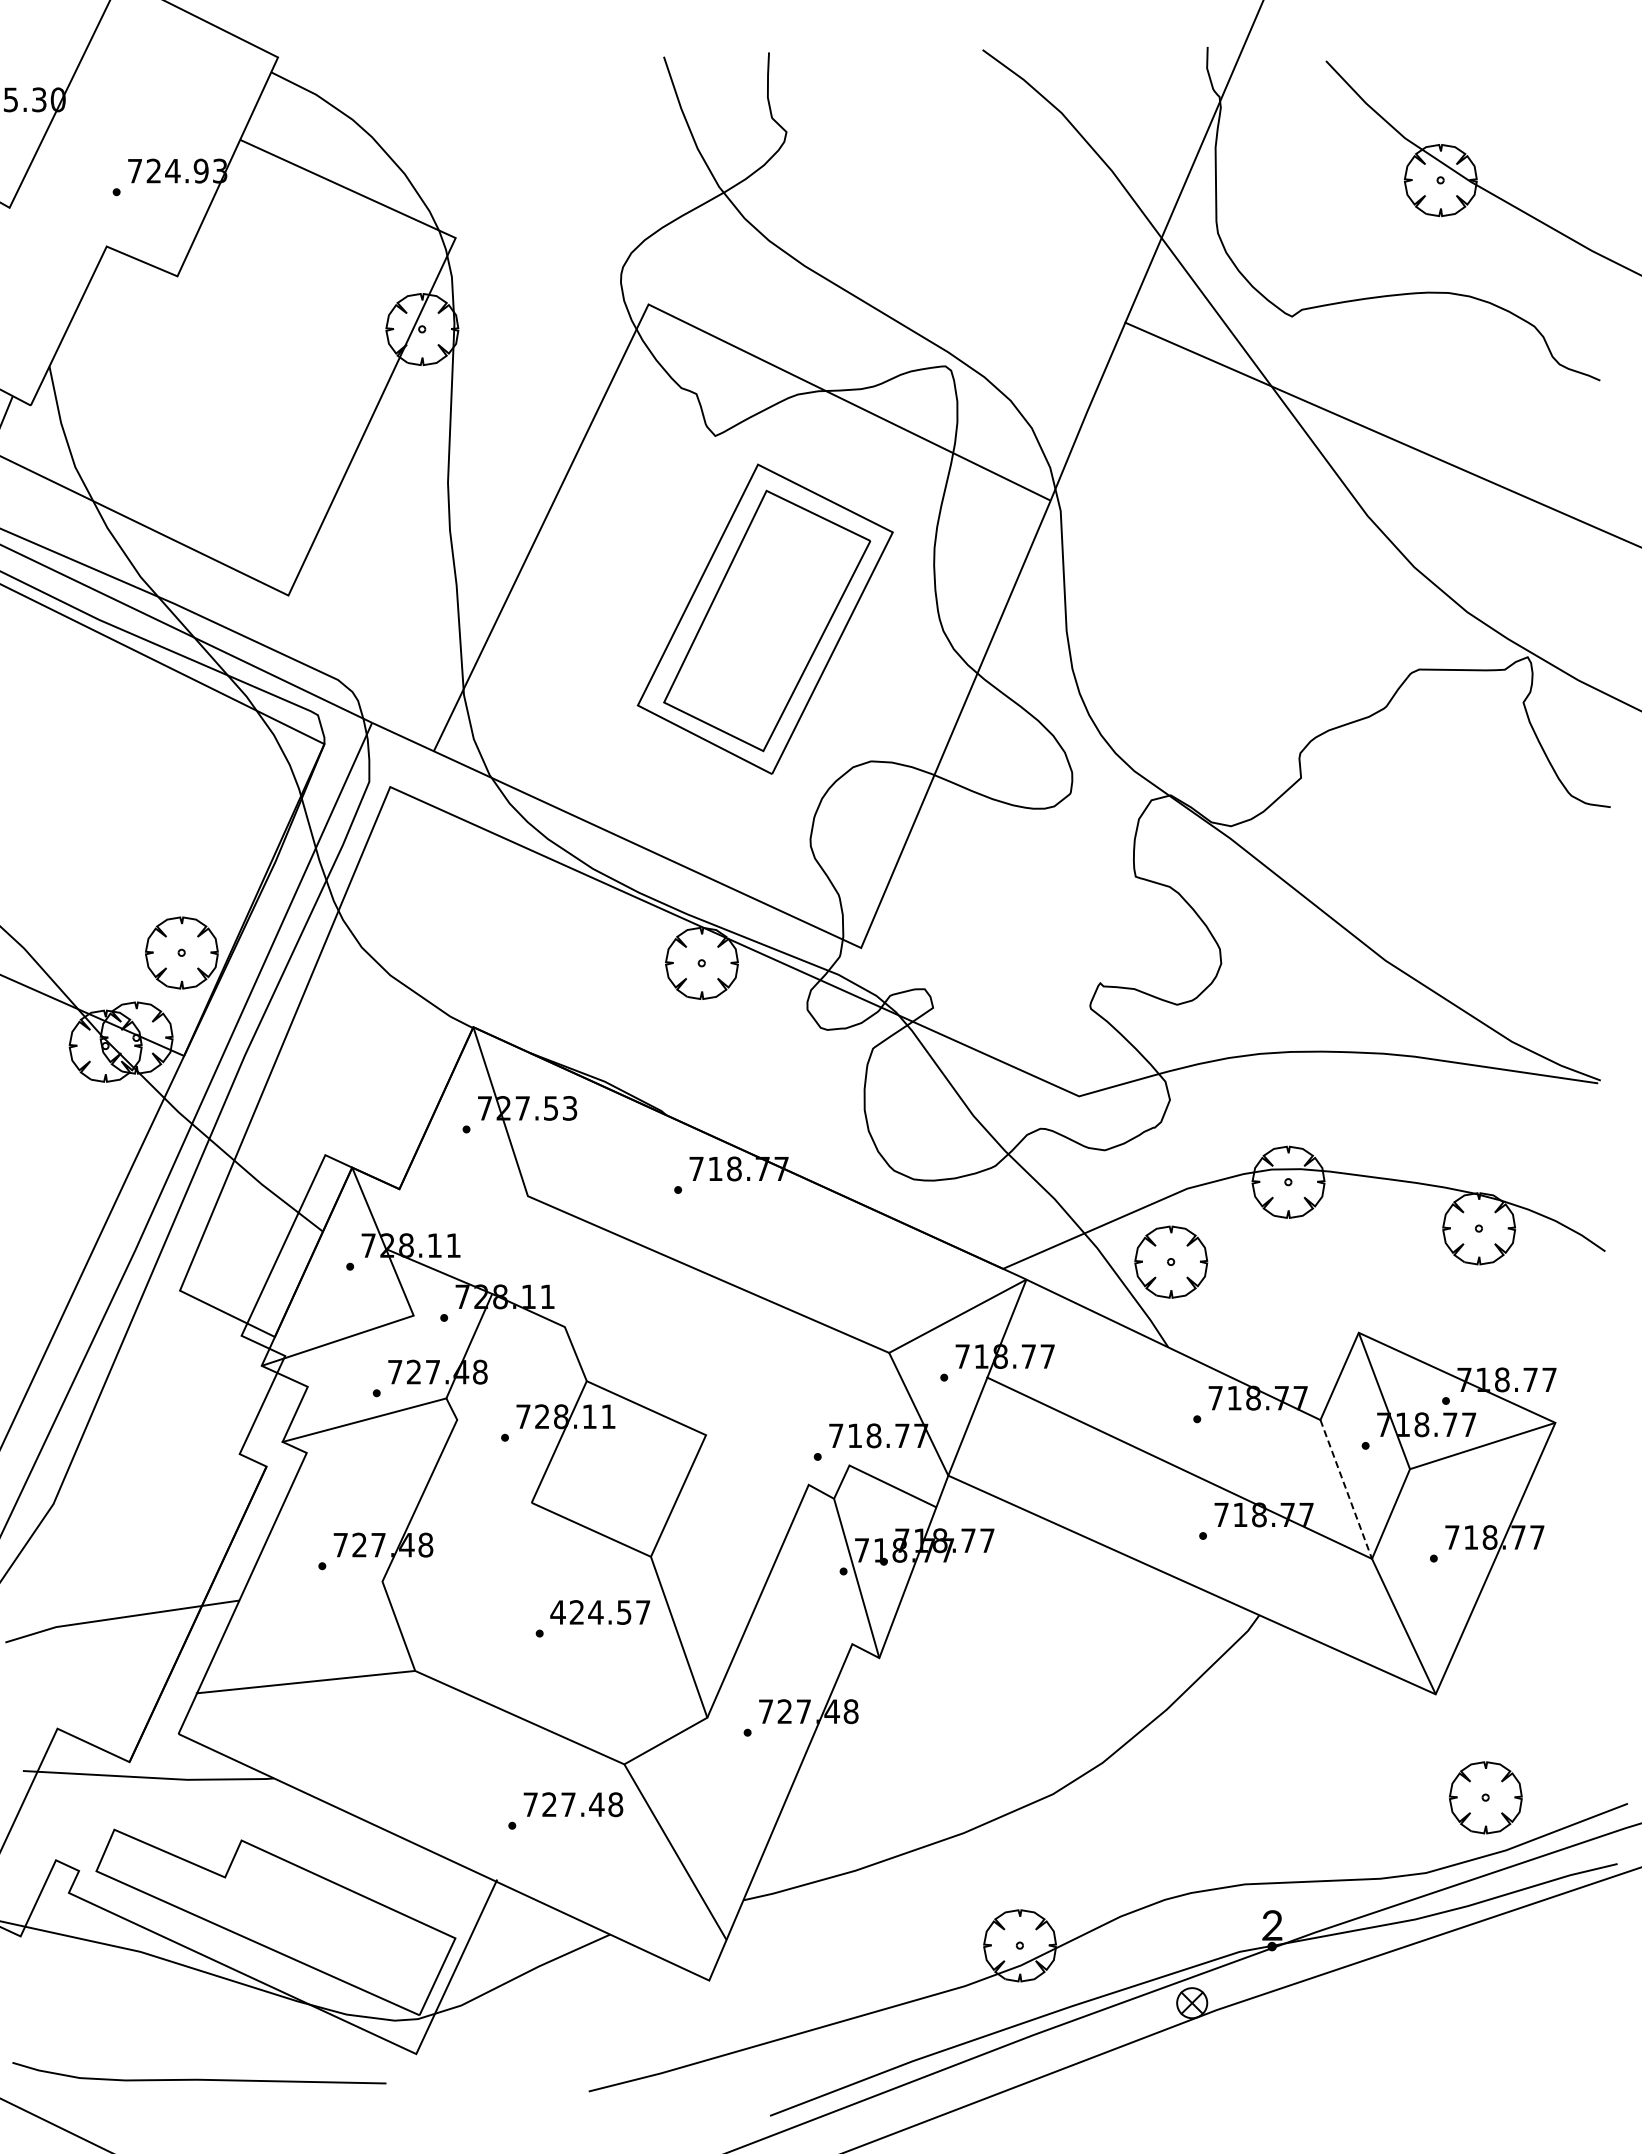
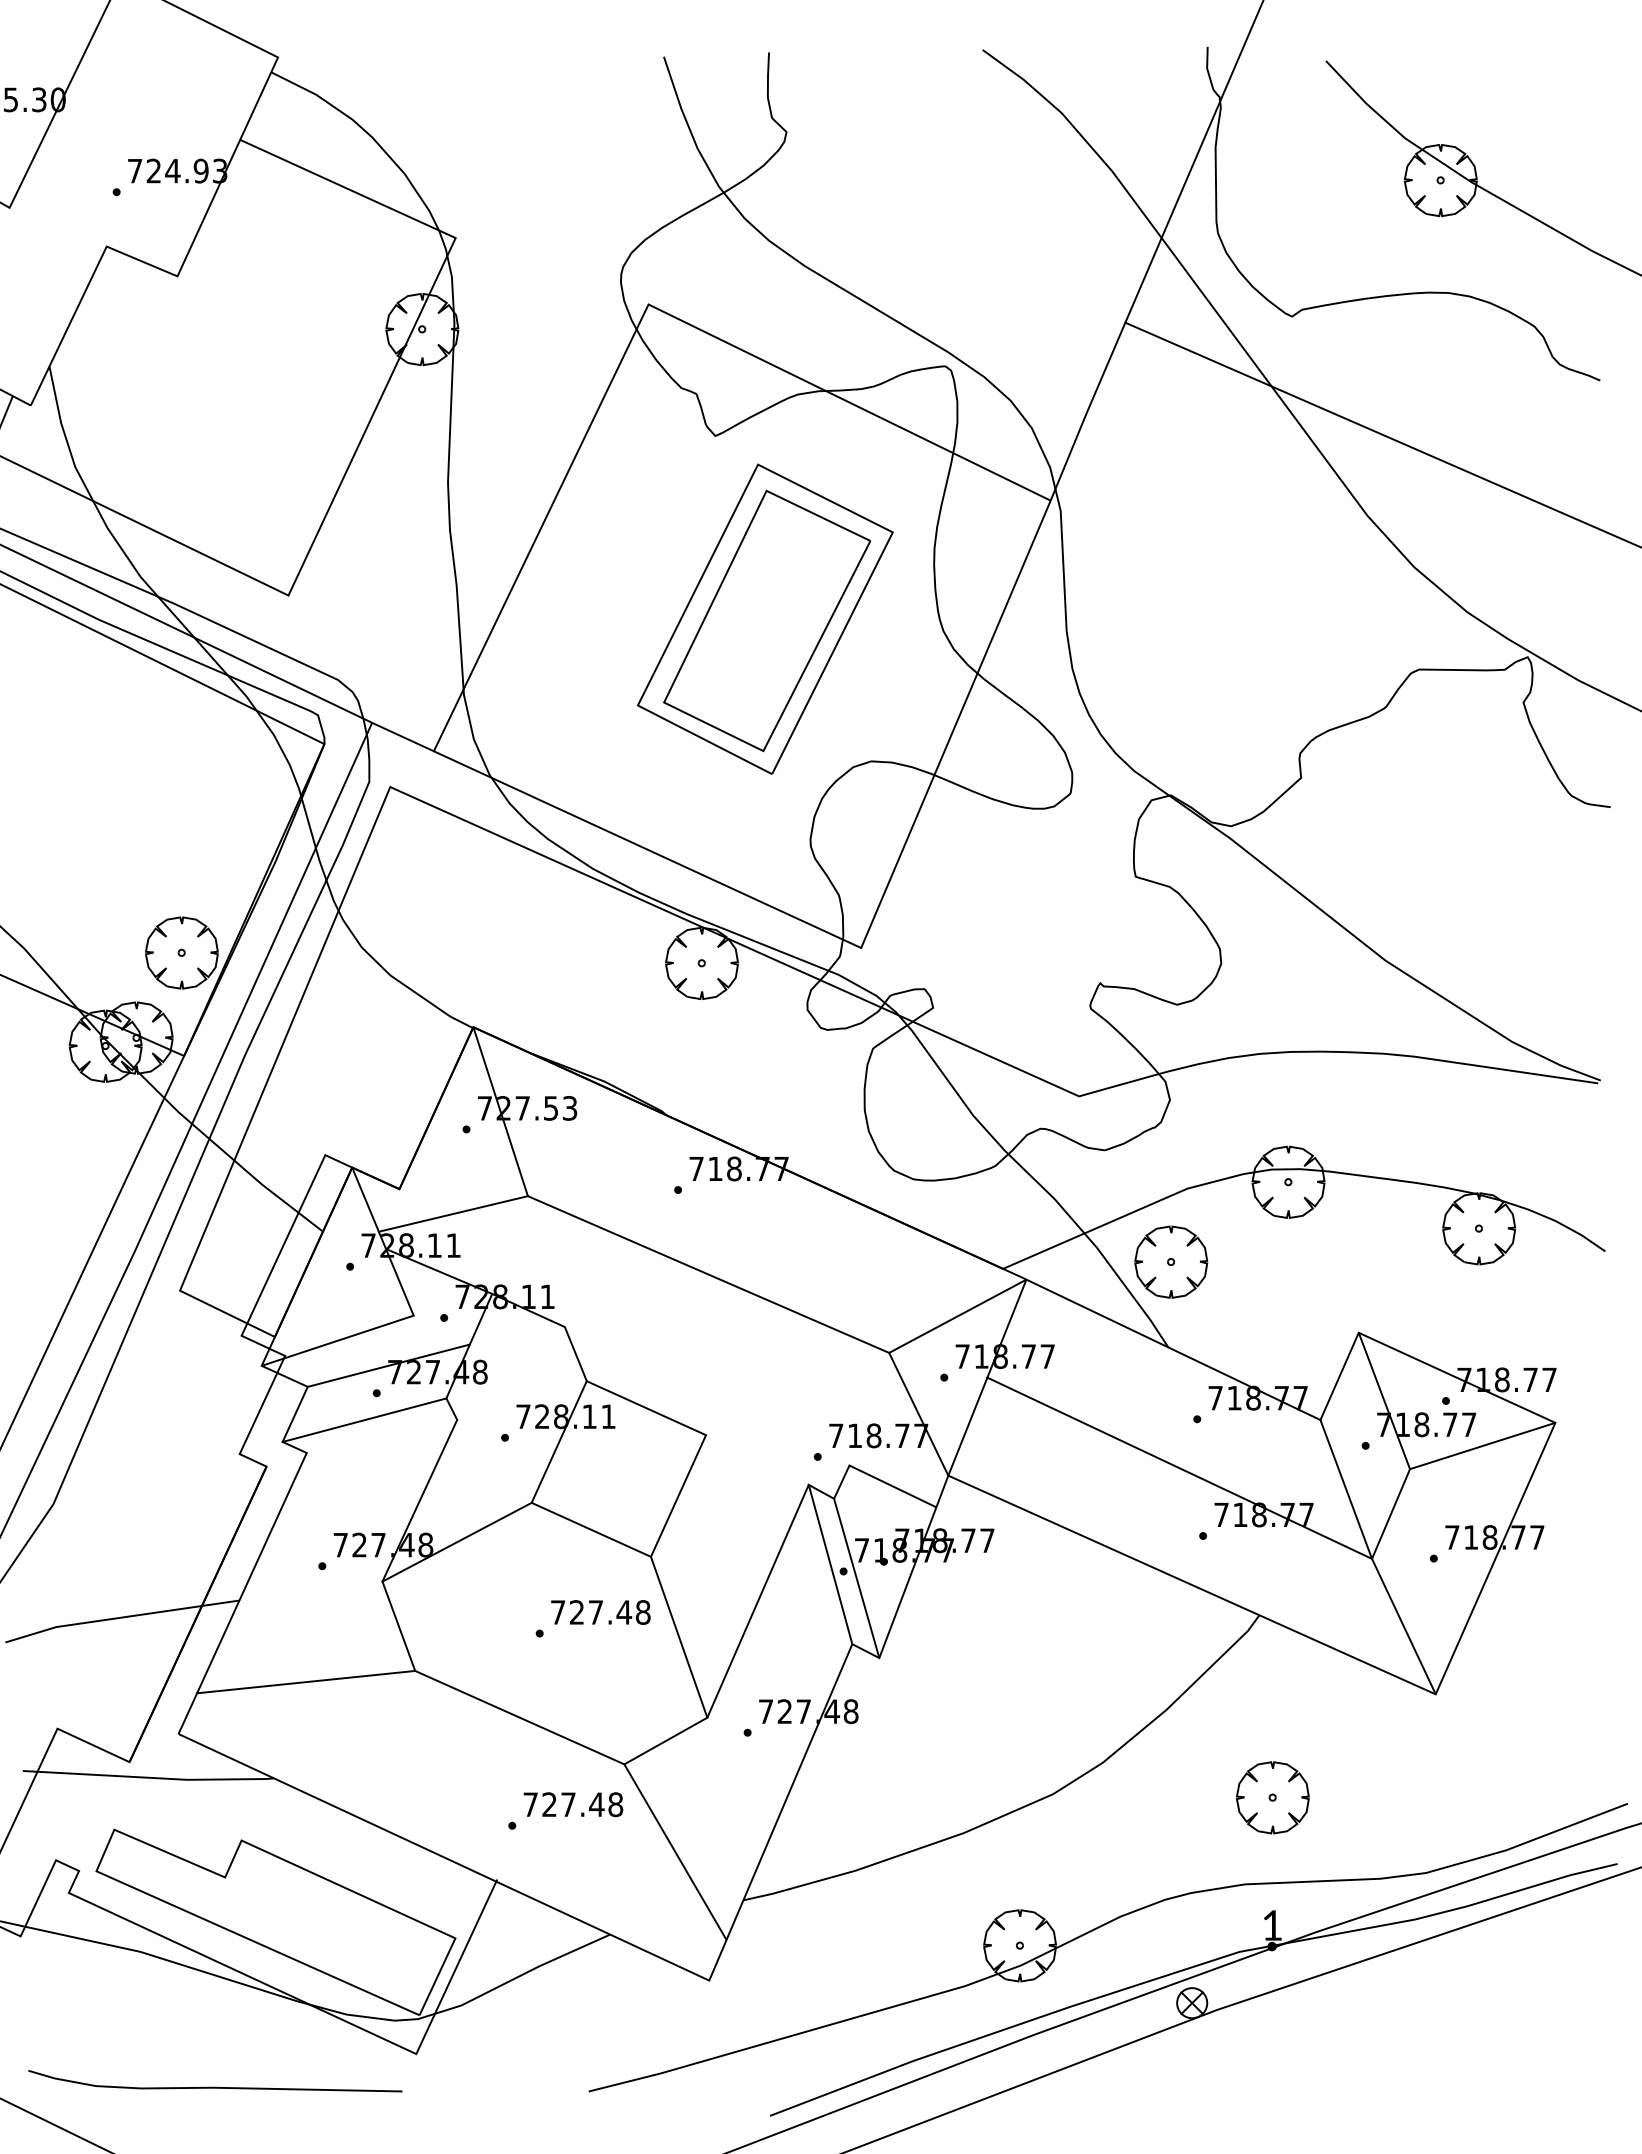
line at (452, 1213): none -> present
line at (388, 1365): none -> present
line at (1346, 1489): dashed -> solid
line at (456, 1541): none -> present
line at (830, 1564): none -> present
text at (600, 1612): 424.57 -> 727.48
part at (1485, 1797) position: (1485, 1797) -> (1272, 1797)
text at (1272, 1925): 2 -> 1
curve at (199, 2078) position: (199, 2078) -> (215, 2086)
